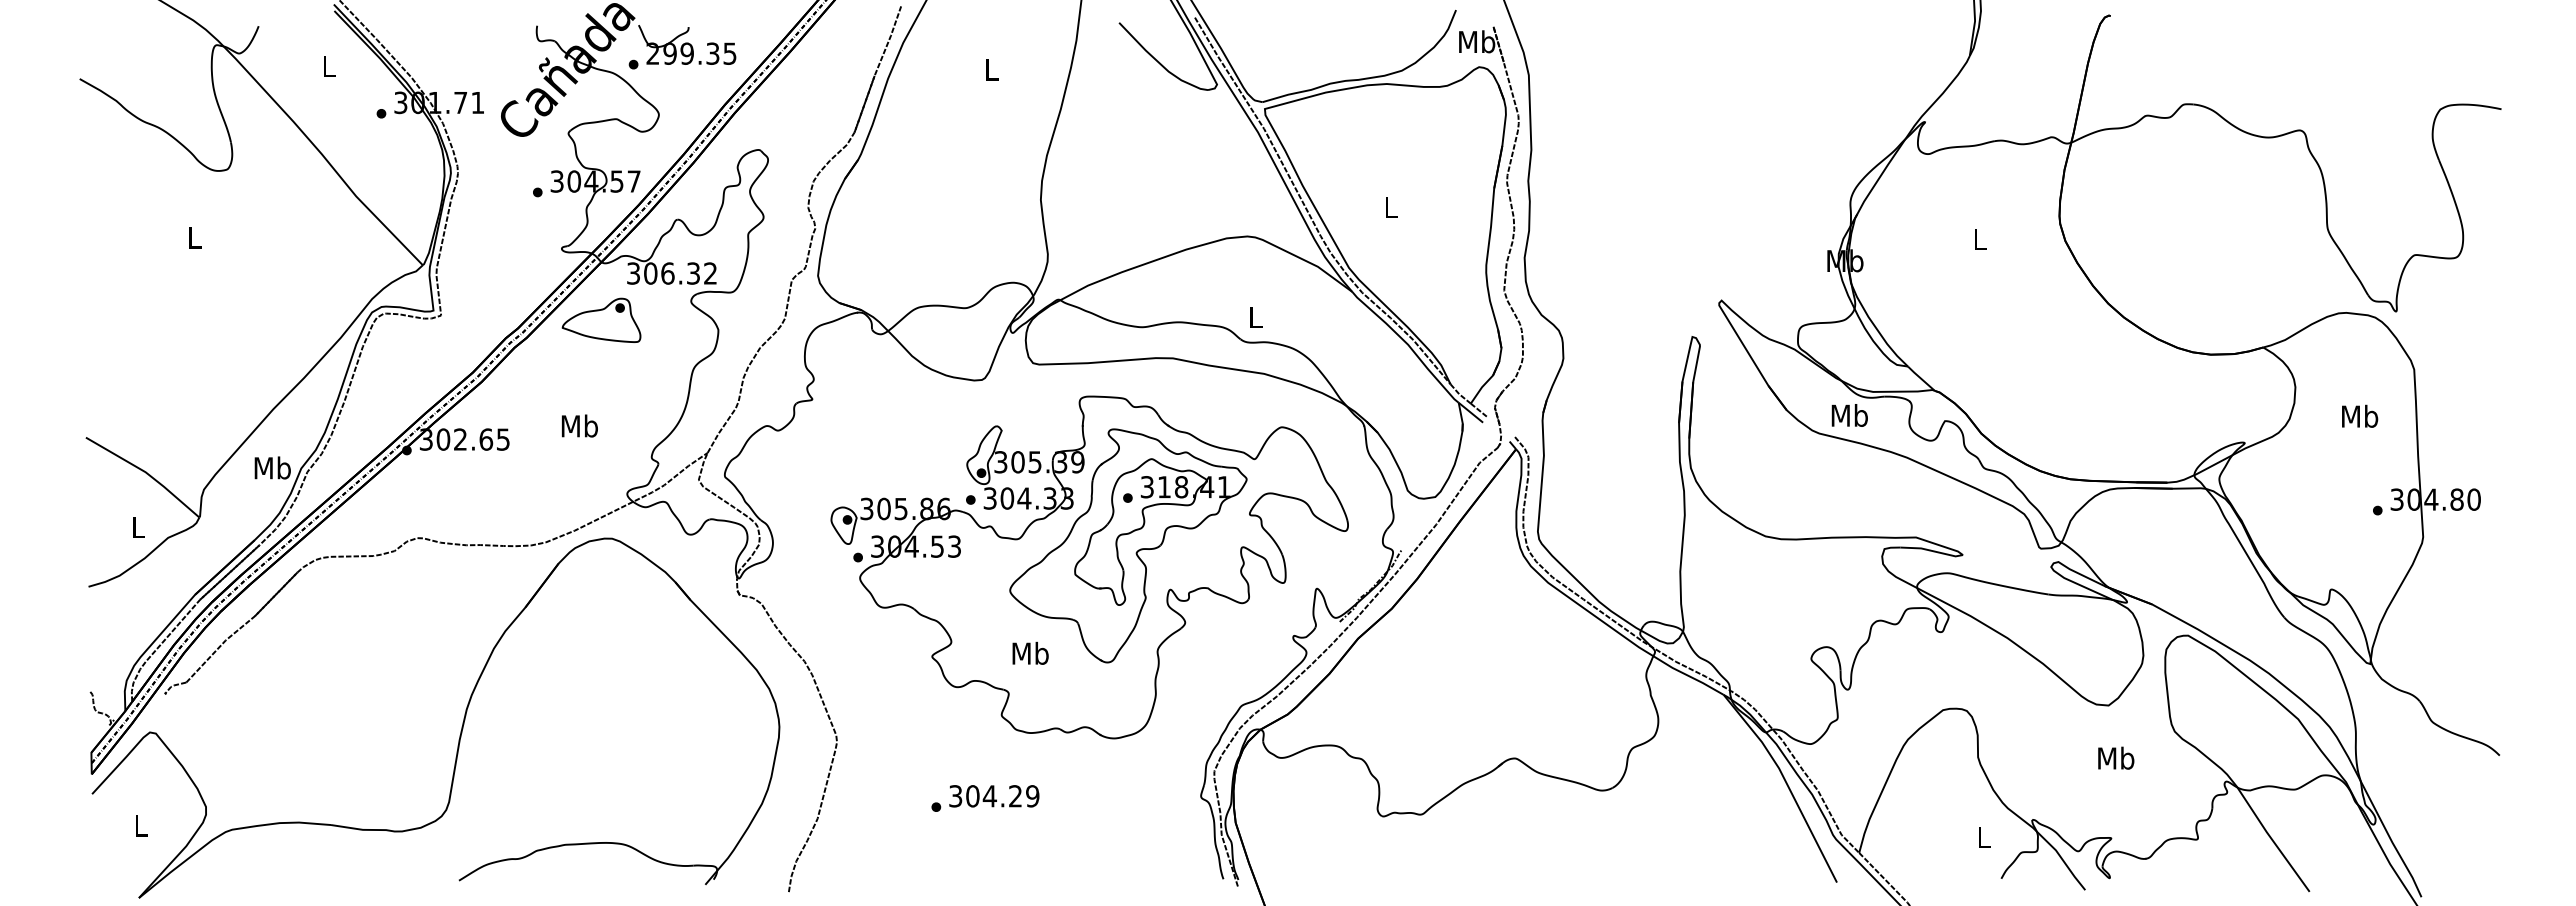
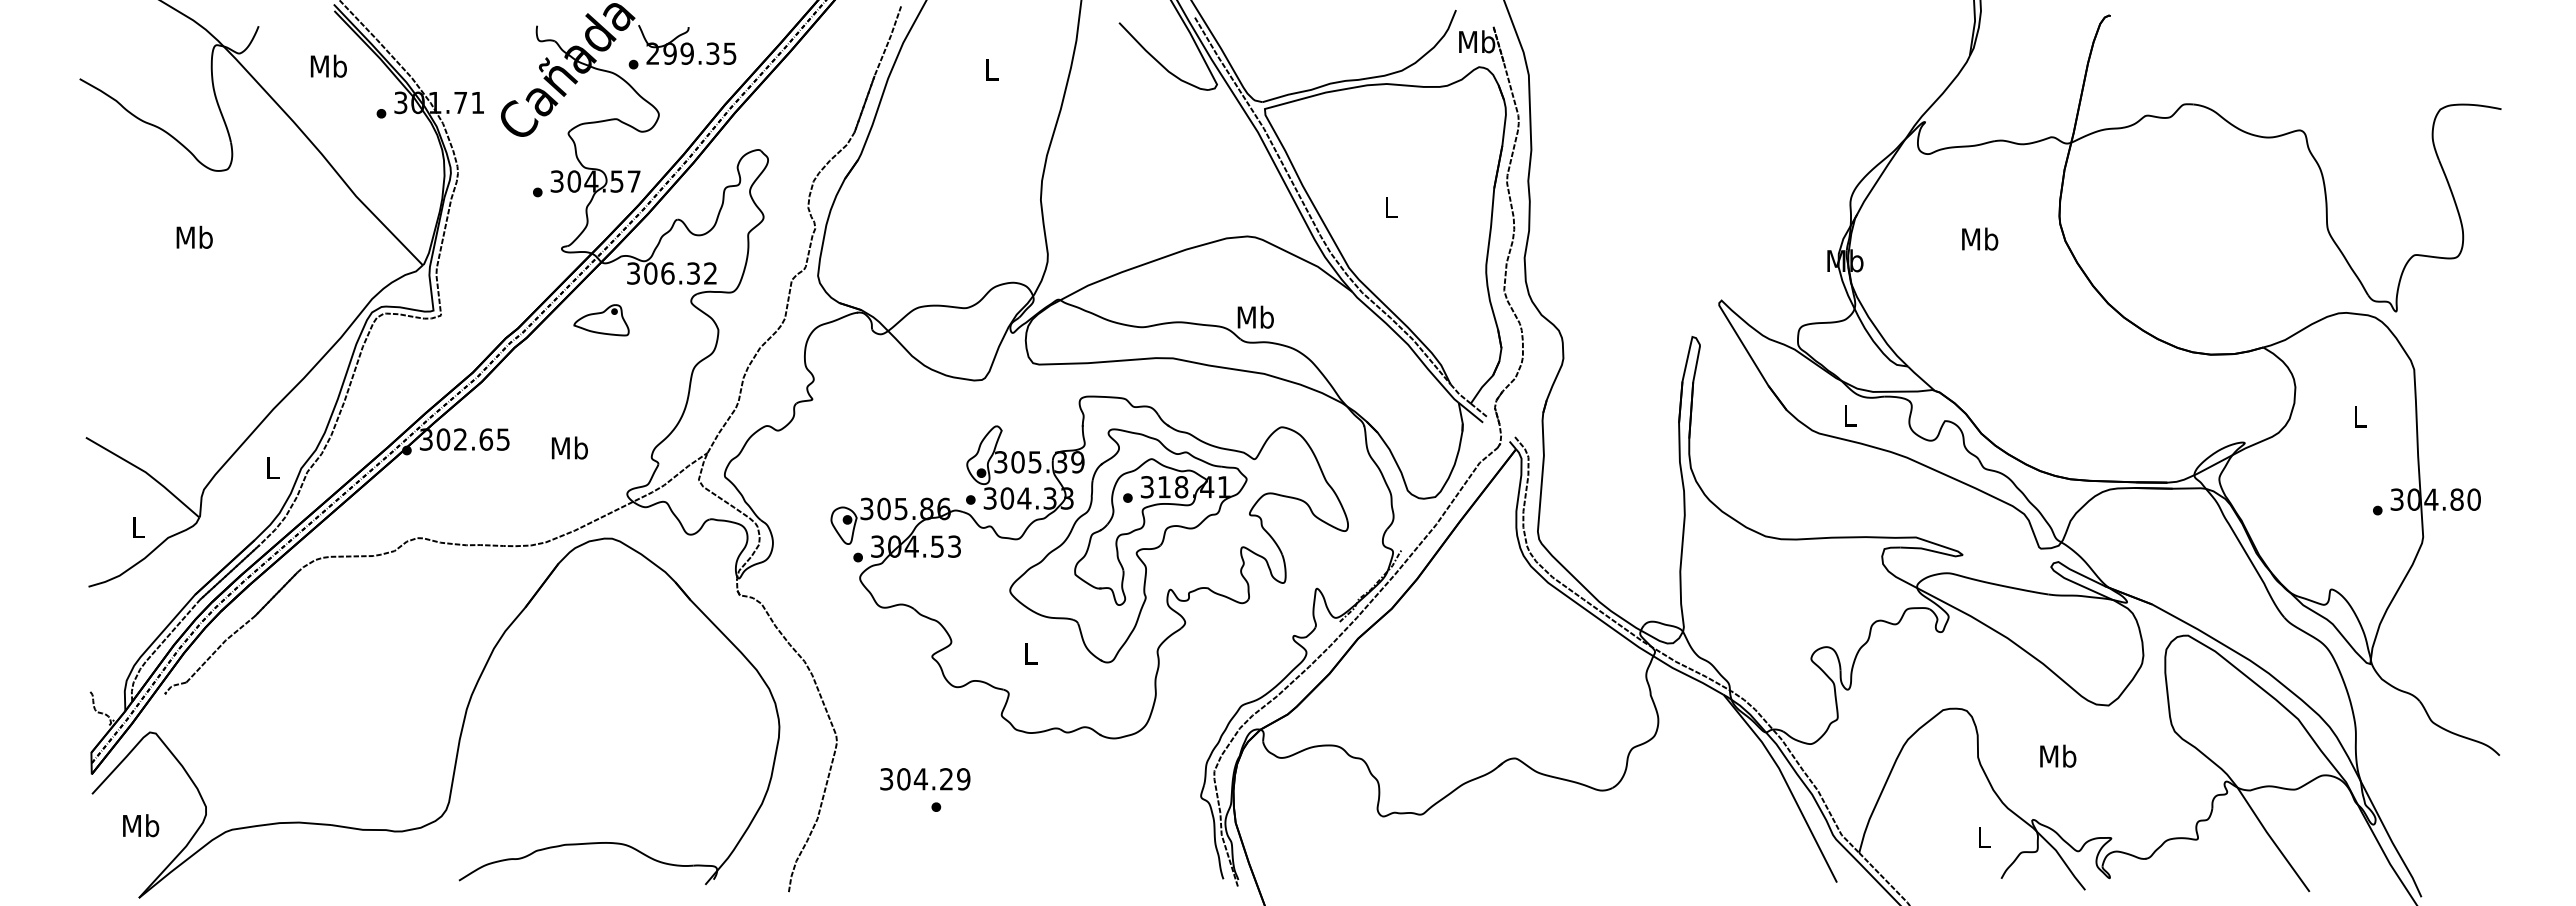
text at (328, 65): L -> Mb
text at (194, 236): L -> Mb
text at (1980, 238): L -> Mb
text at (1255, 316): L -> Mb
part at (601, 319) size: 81x46 px -> 57x33 px
text at (1849, 415): Mb -> L
text at (2360, 415): Mb -> L
text at (579, 425) position: (579, 425) -> (569, 447)
text at (272, 467): Mb -> L
text at (1030, 652): Mb -> L
text at (2116, 757) position: (2116, 757) -> (2058, 755)
text at (994, 796) position: (994, 796) -> (925, 779)
text at (141, 825): L -> Mb
